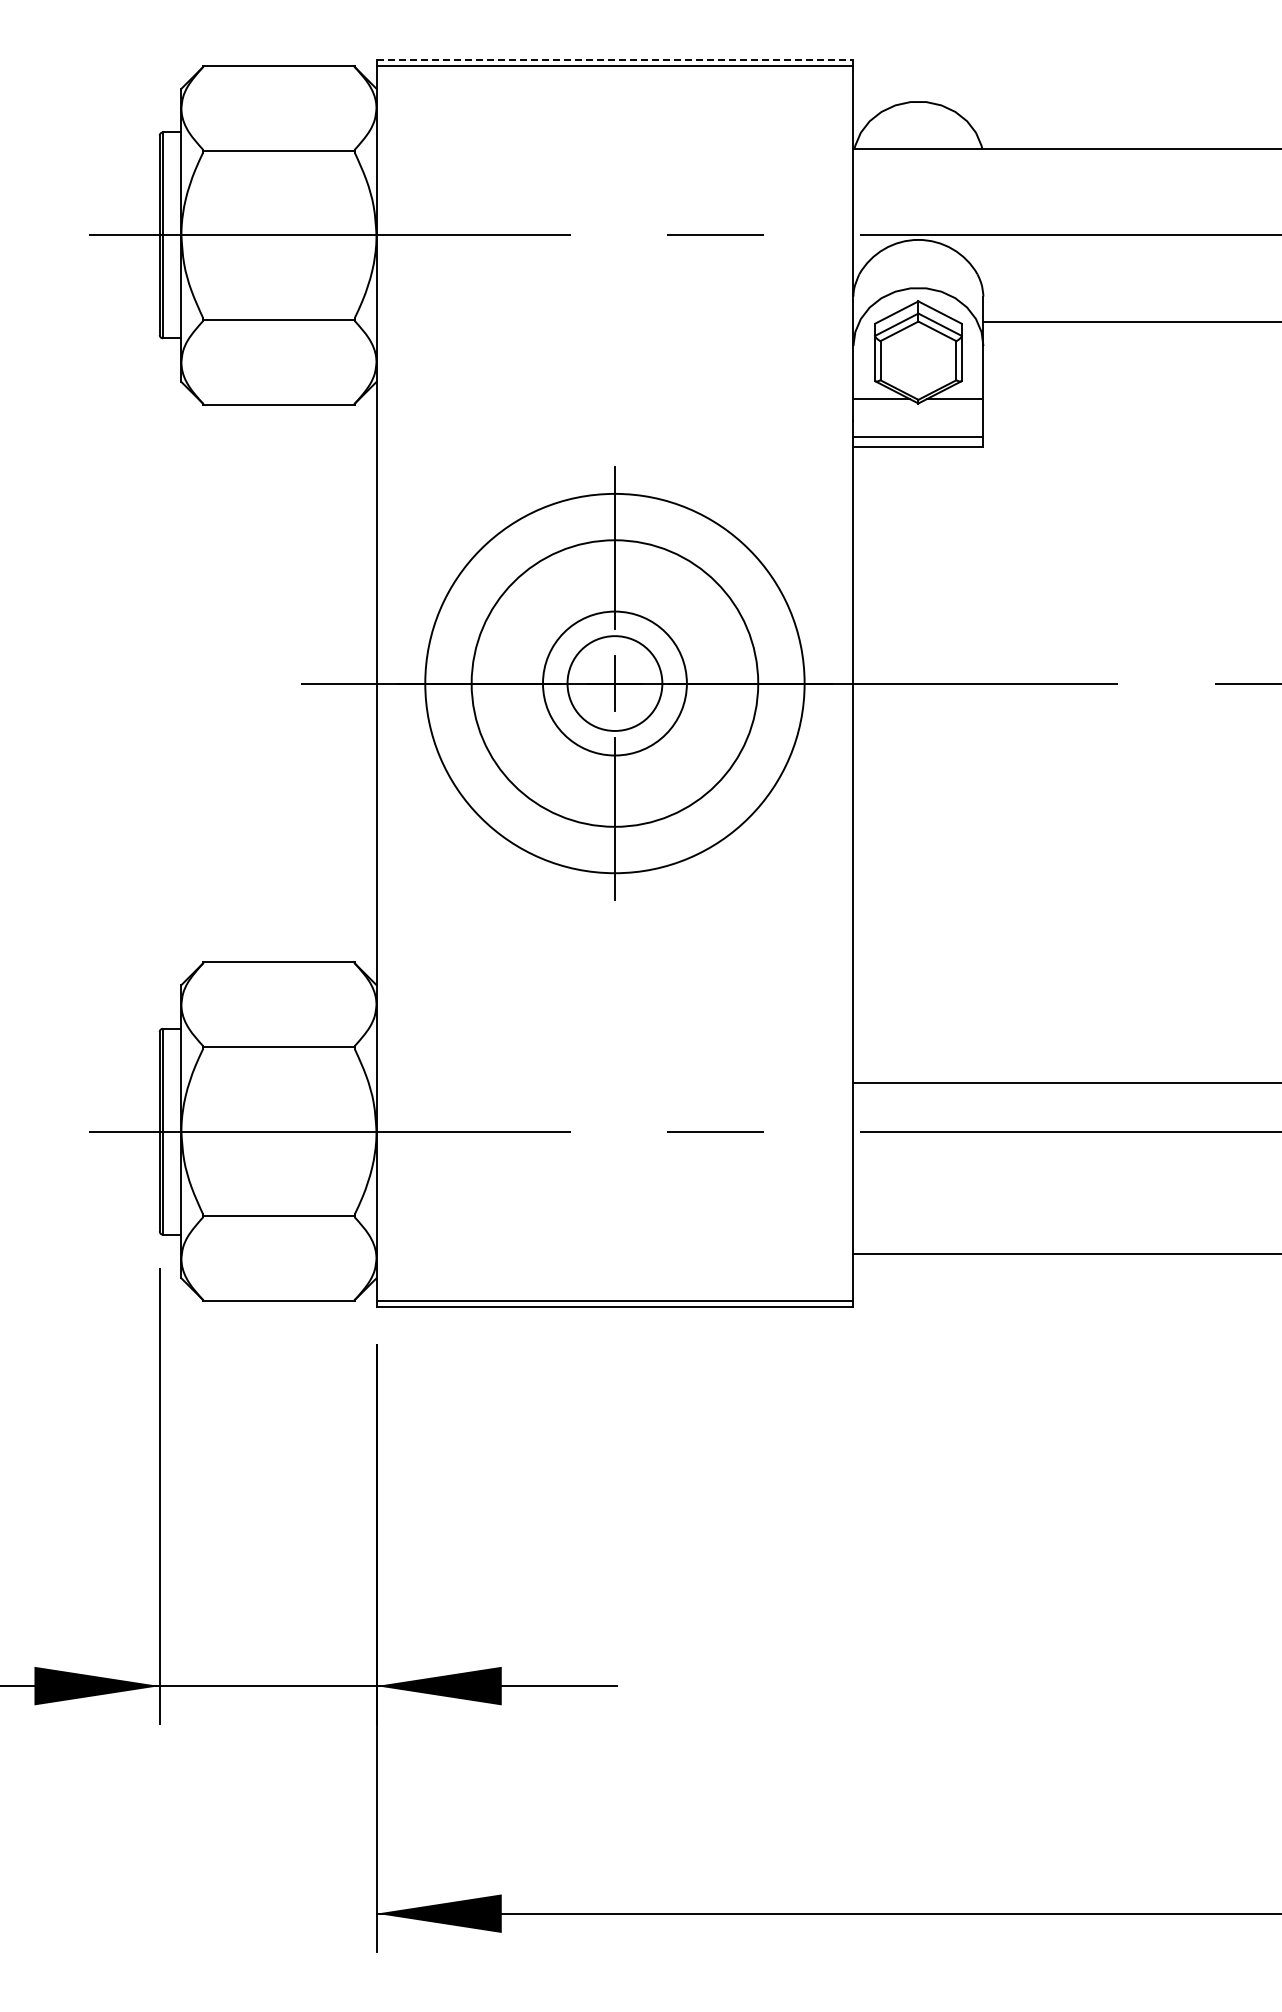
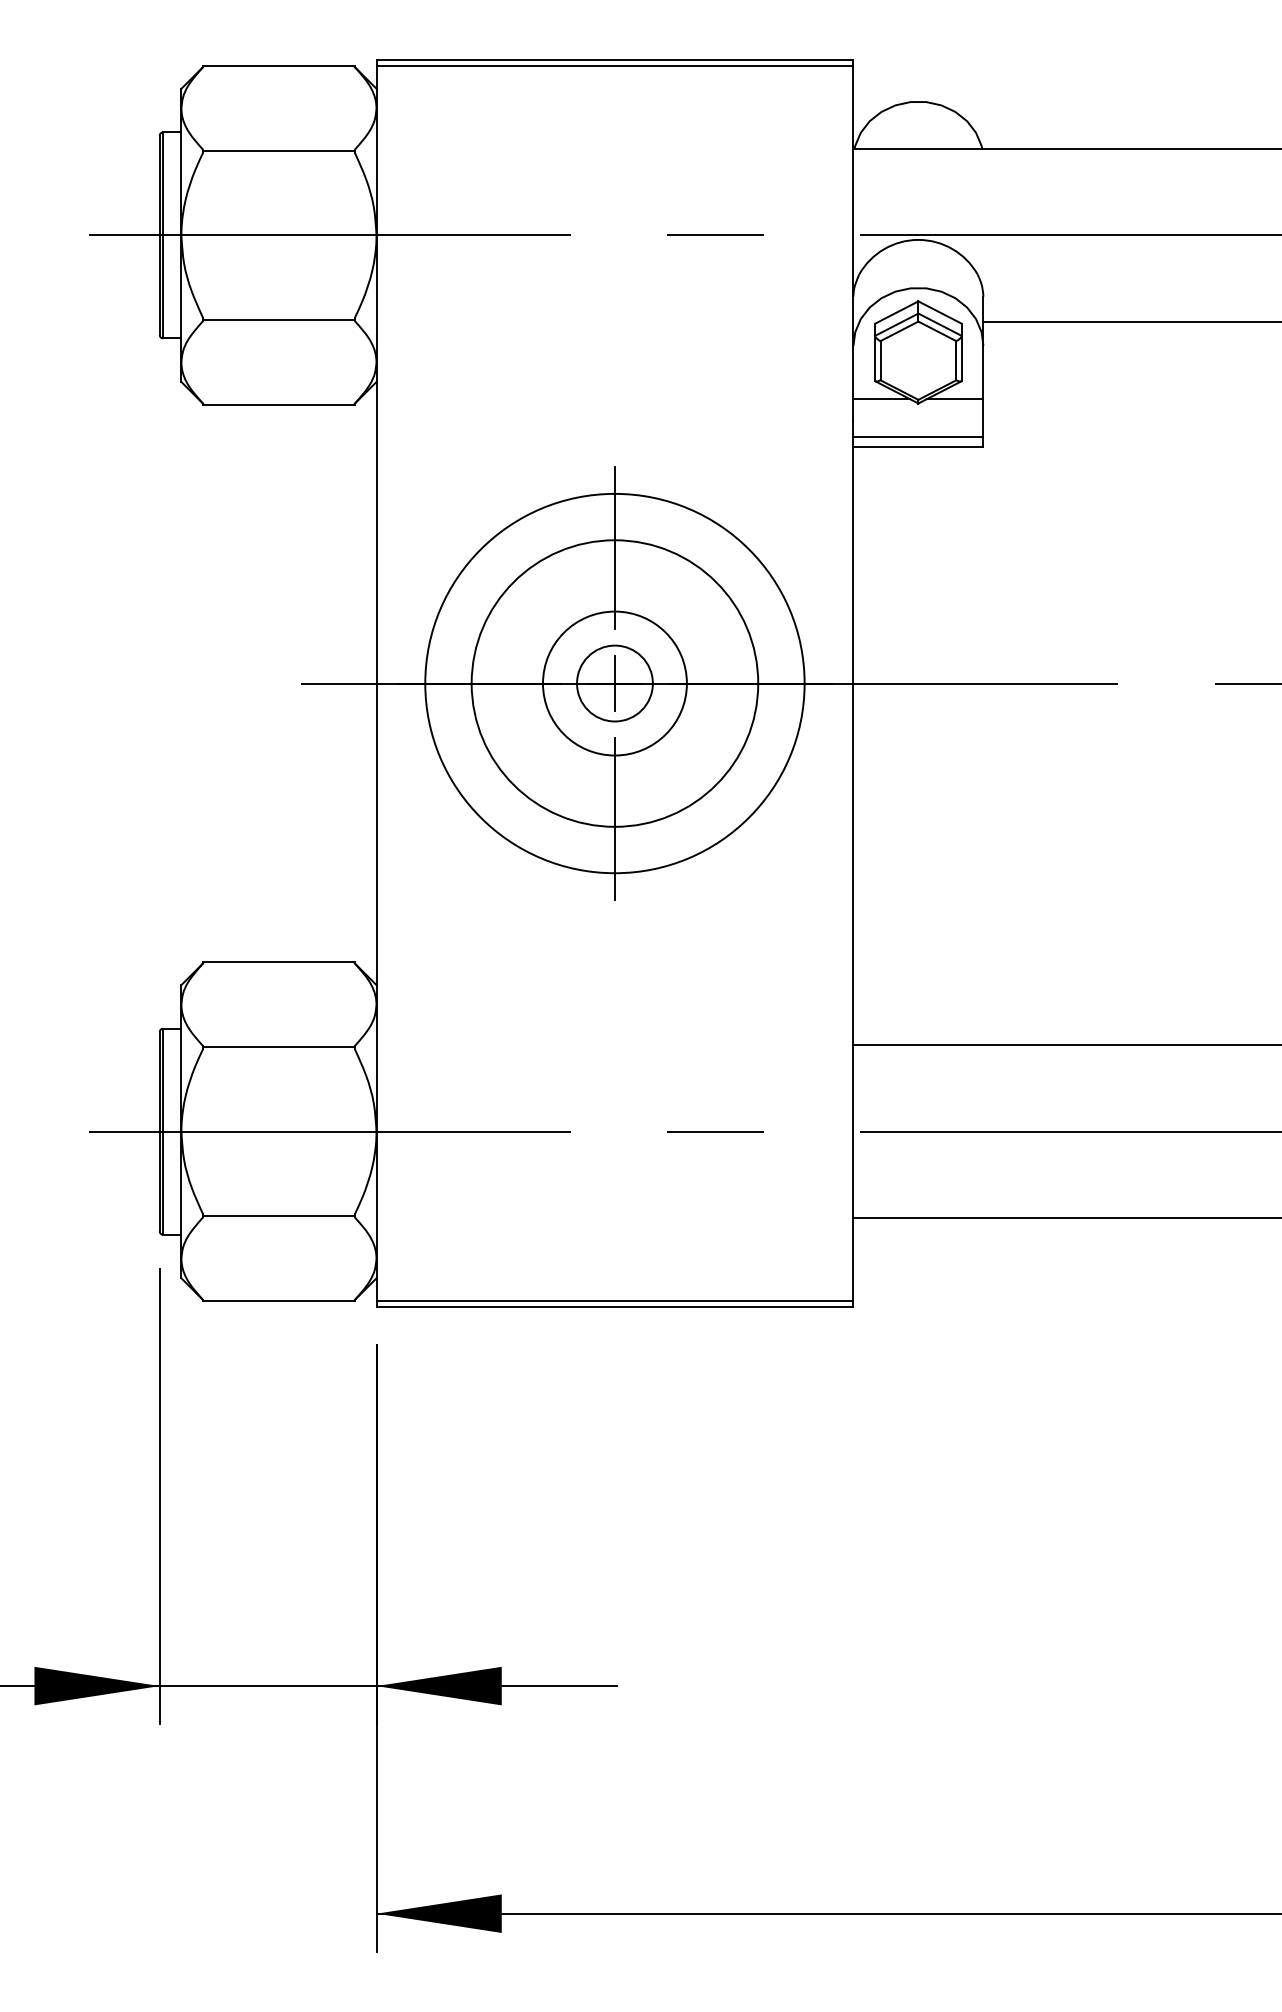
line at (615, 60): dashed -> solid
circle at (614, 683) diameter: 95 px -> 76 px
line at (1065, 1083) position: (1065, 1083) -> (1065, 1045)
line at (1065, 1254) position: (1065, 1254) -> (1065, 1218)
